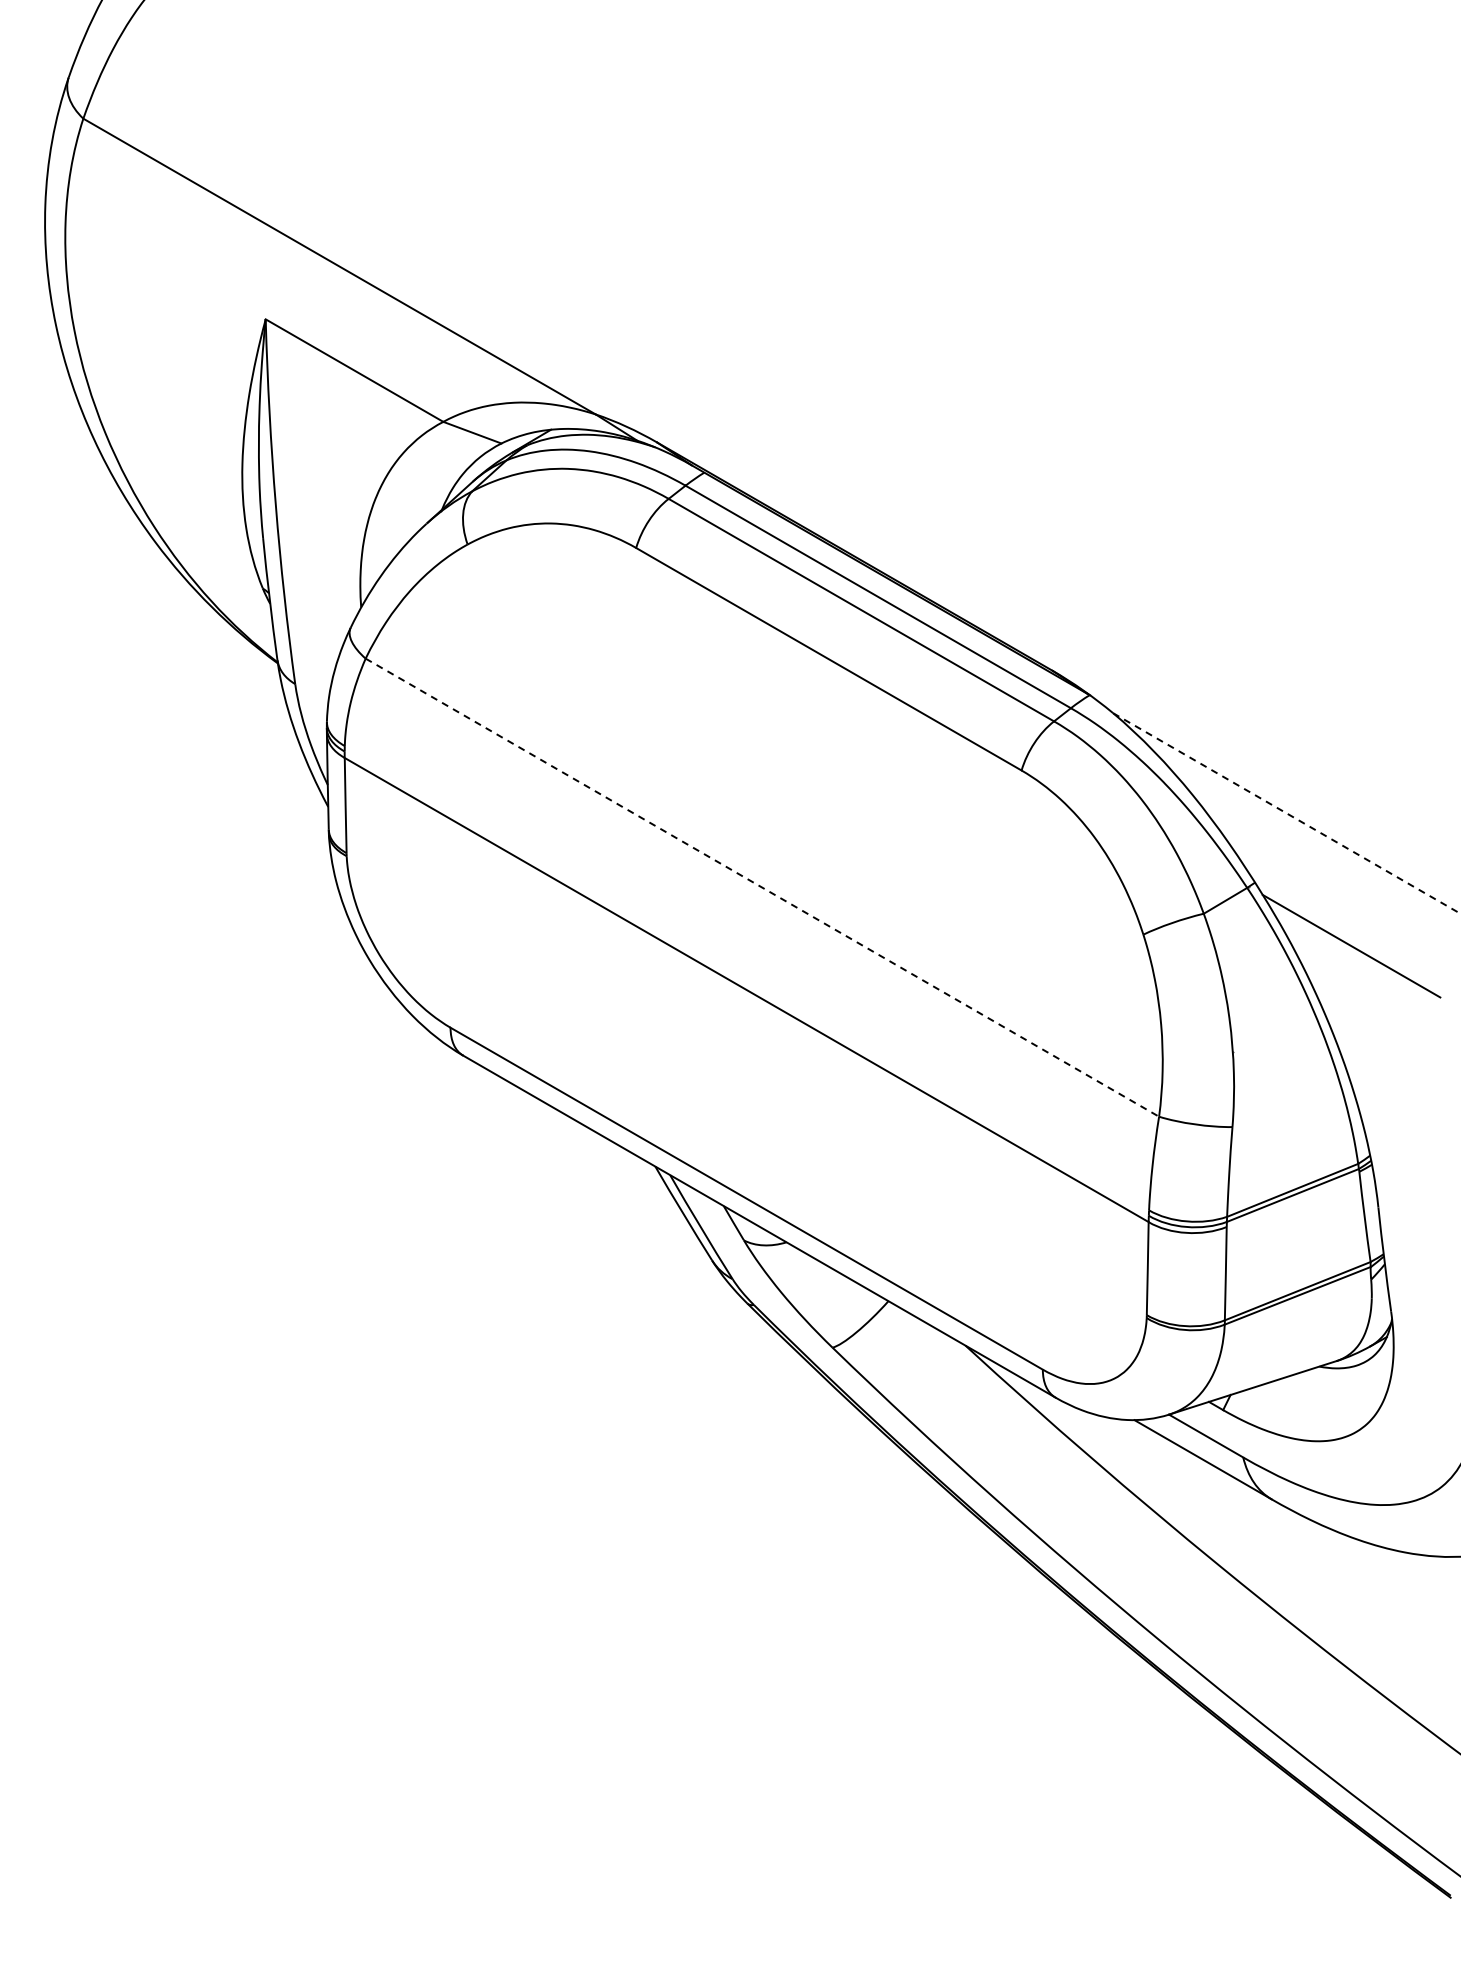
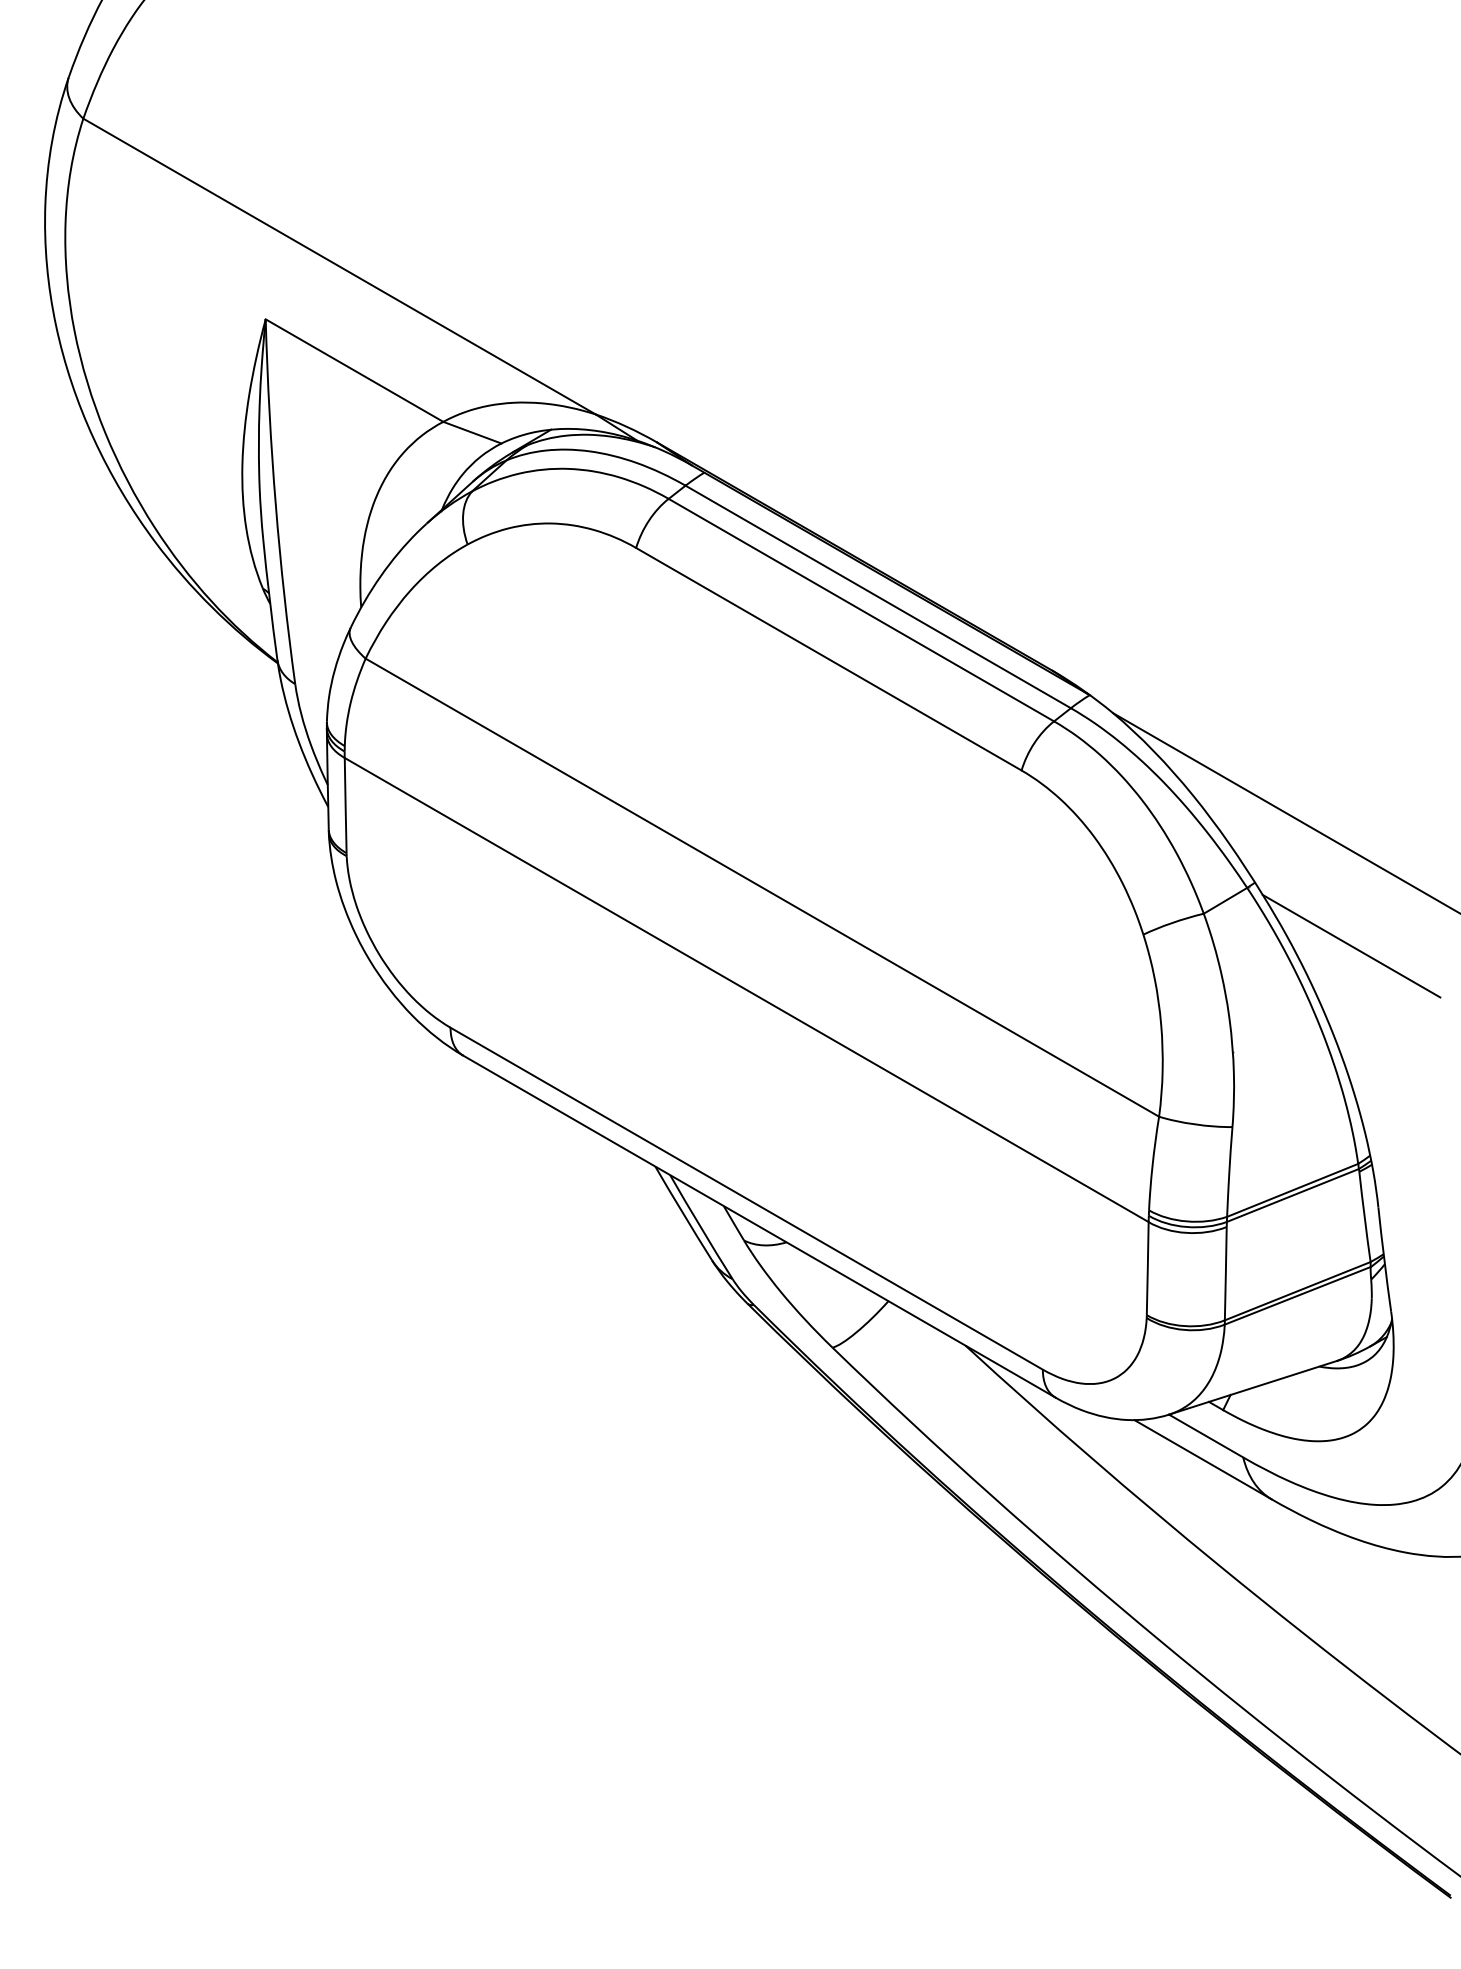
line at (1287, 813): dashed -> solid
line at (762, 887): dashed -> solid
